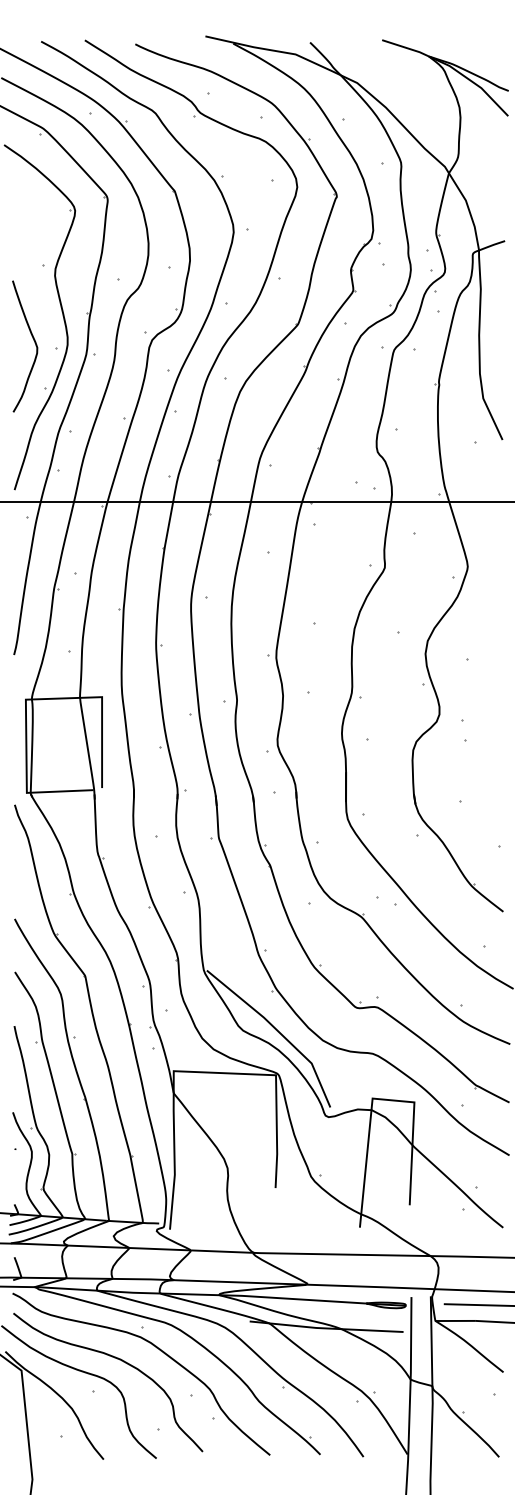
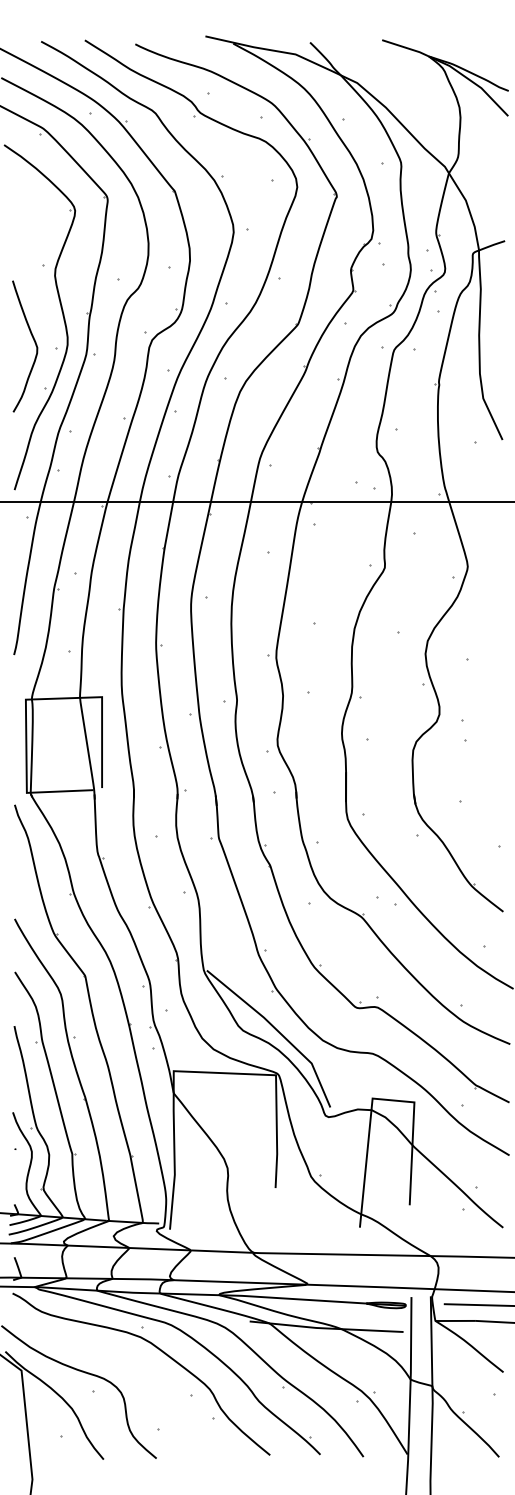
curve at (119, 1360): present -> none
